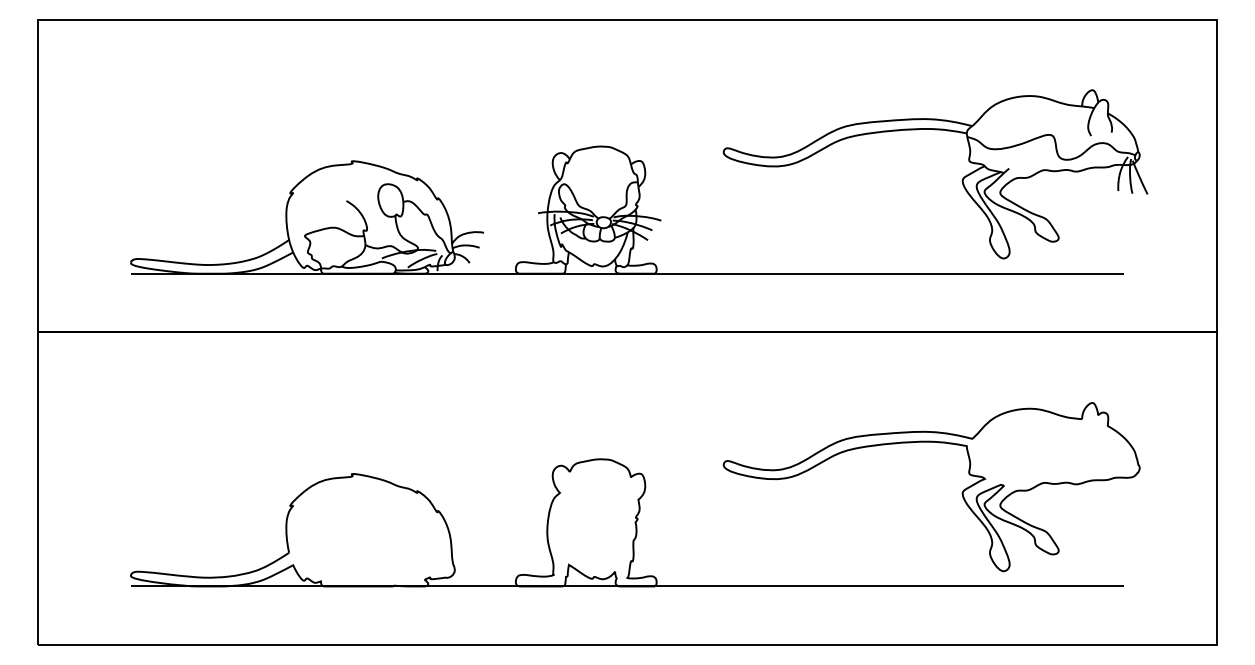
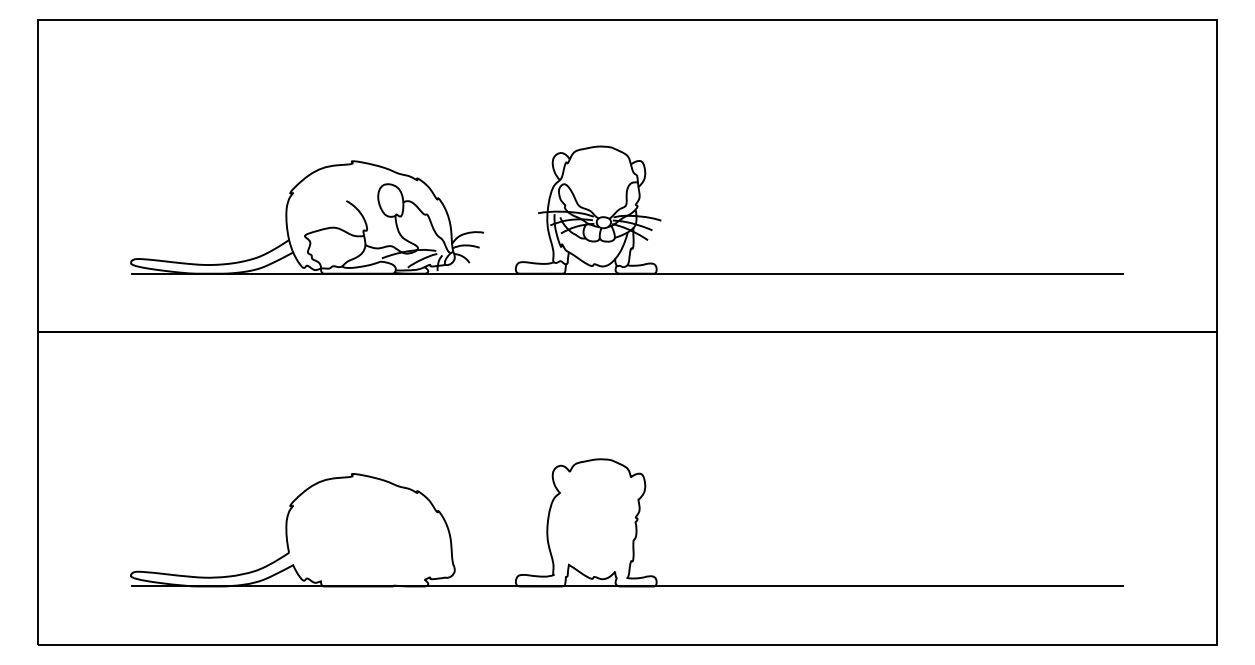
part at (961, 180): present -> none
part at (961, 493): present -> none
